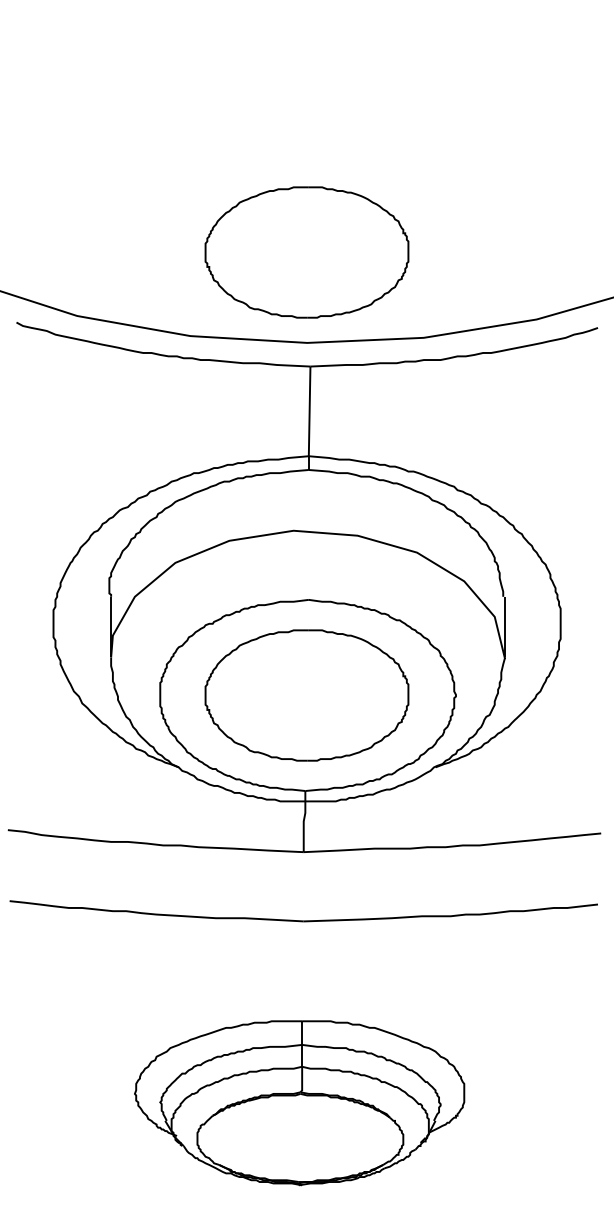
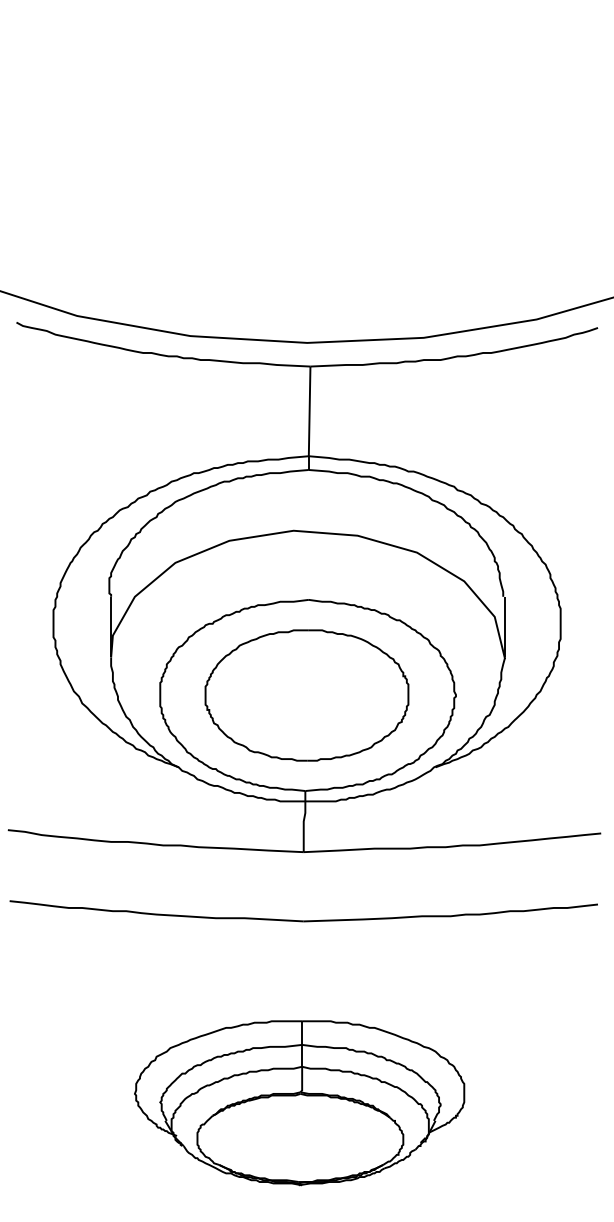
part at (306, 252): present -> none
